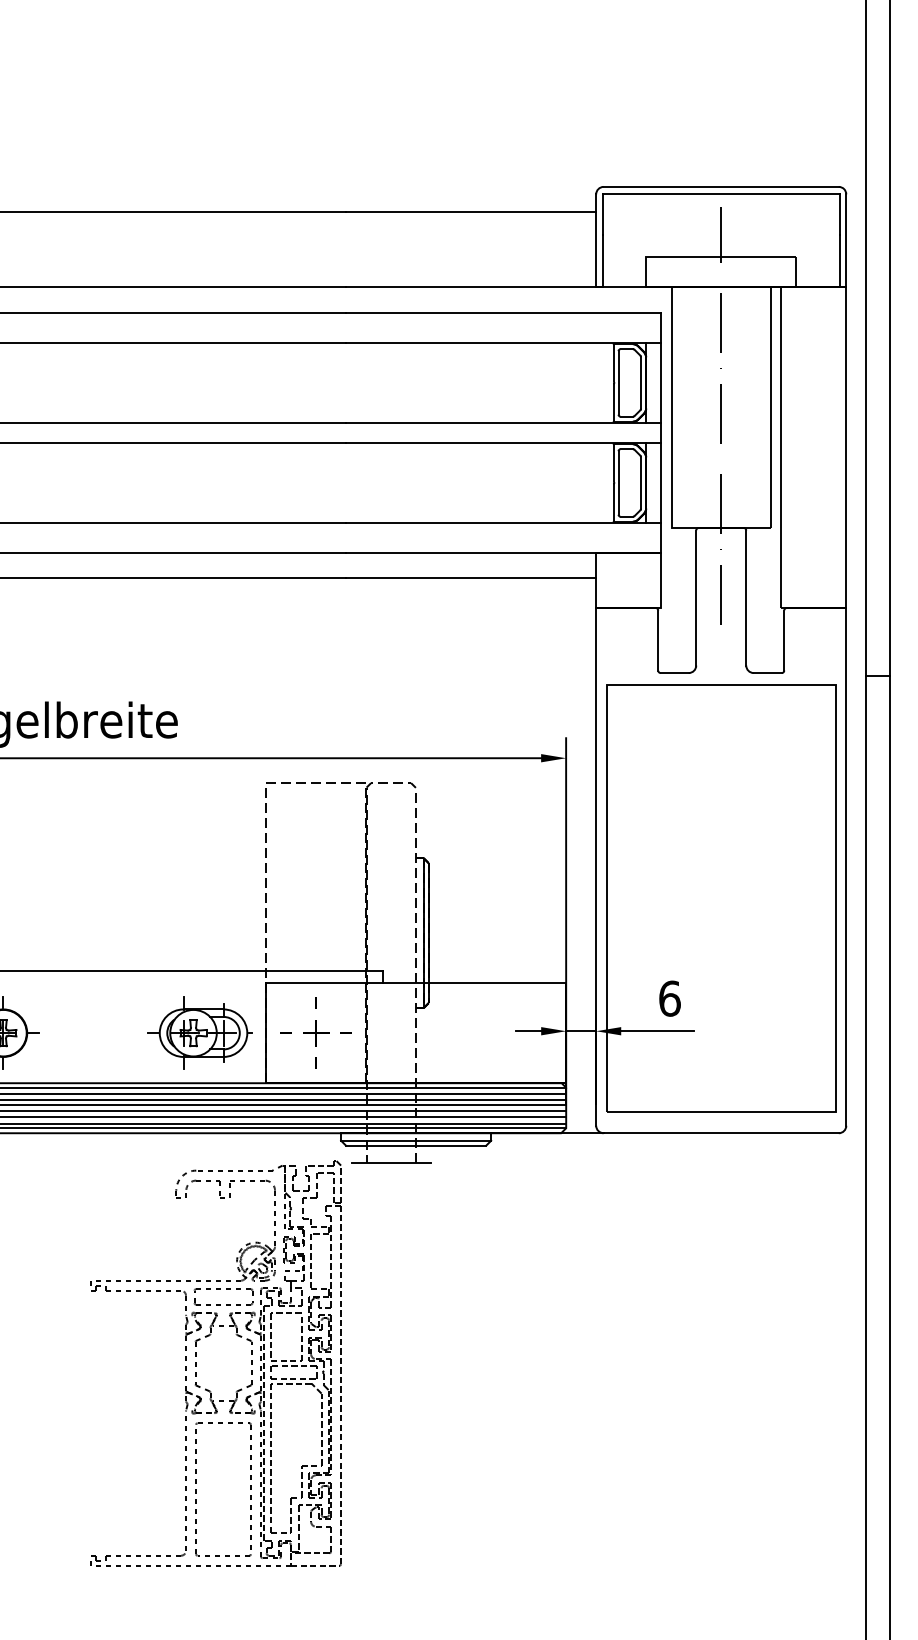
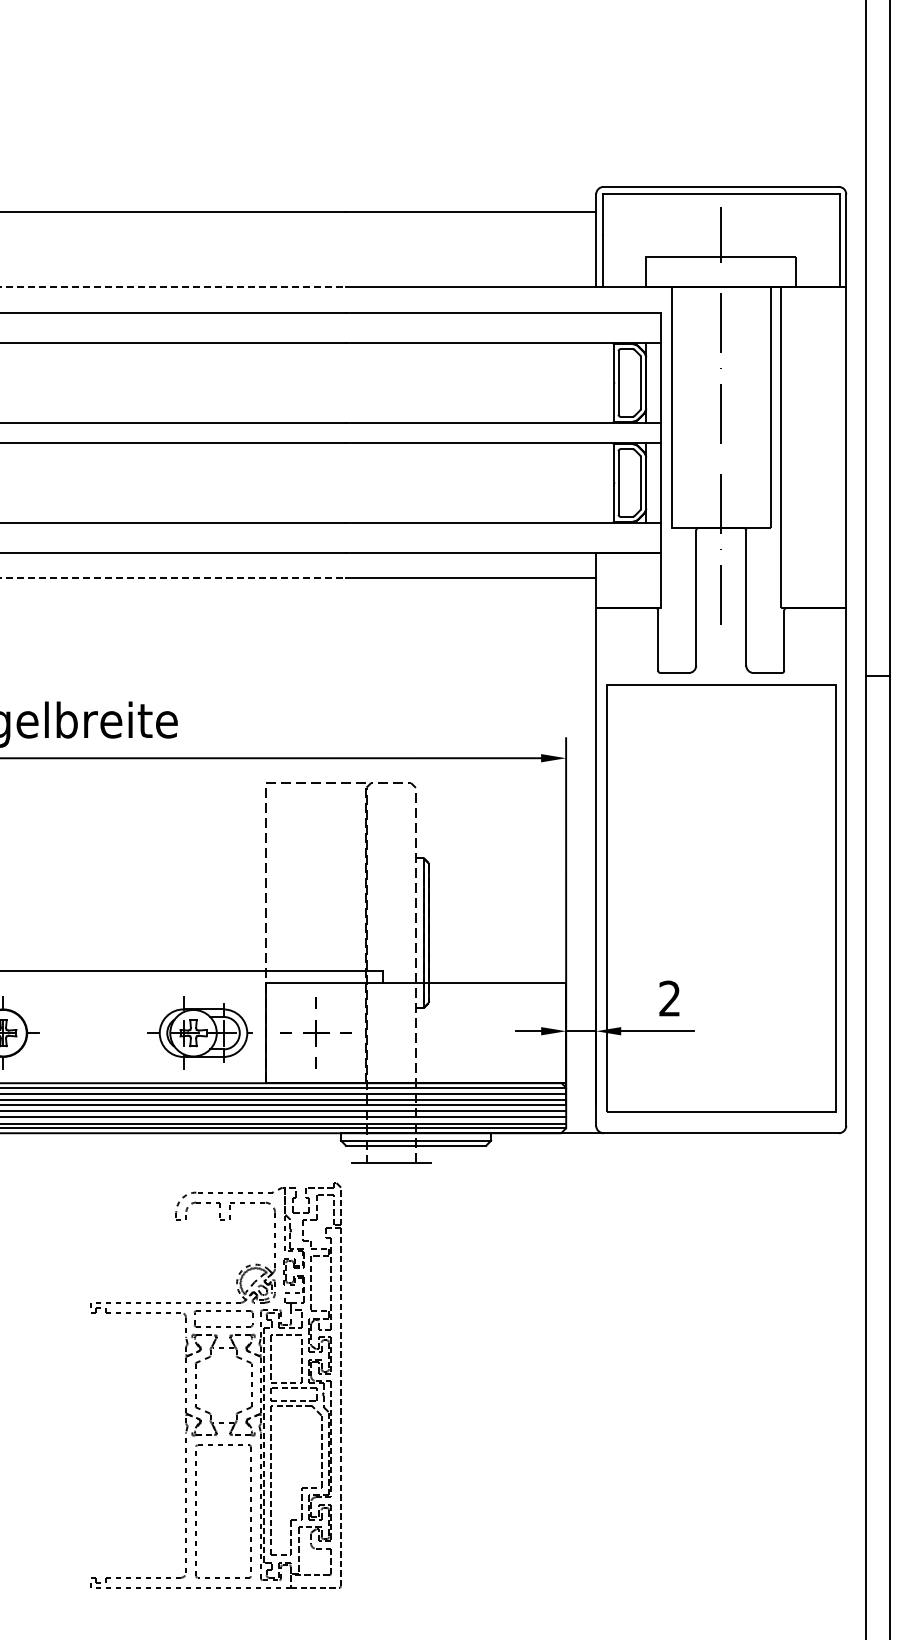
line at (173, 286): solid -> dashed
line at (173, 578): solid -> dashed
text at (669, 998): 6 -> 2
part at (196, 1363) position: (196, 1363) -> (196, 1385)
